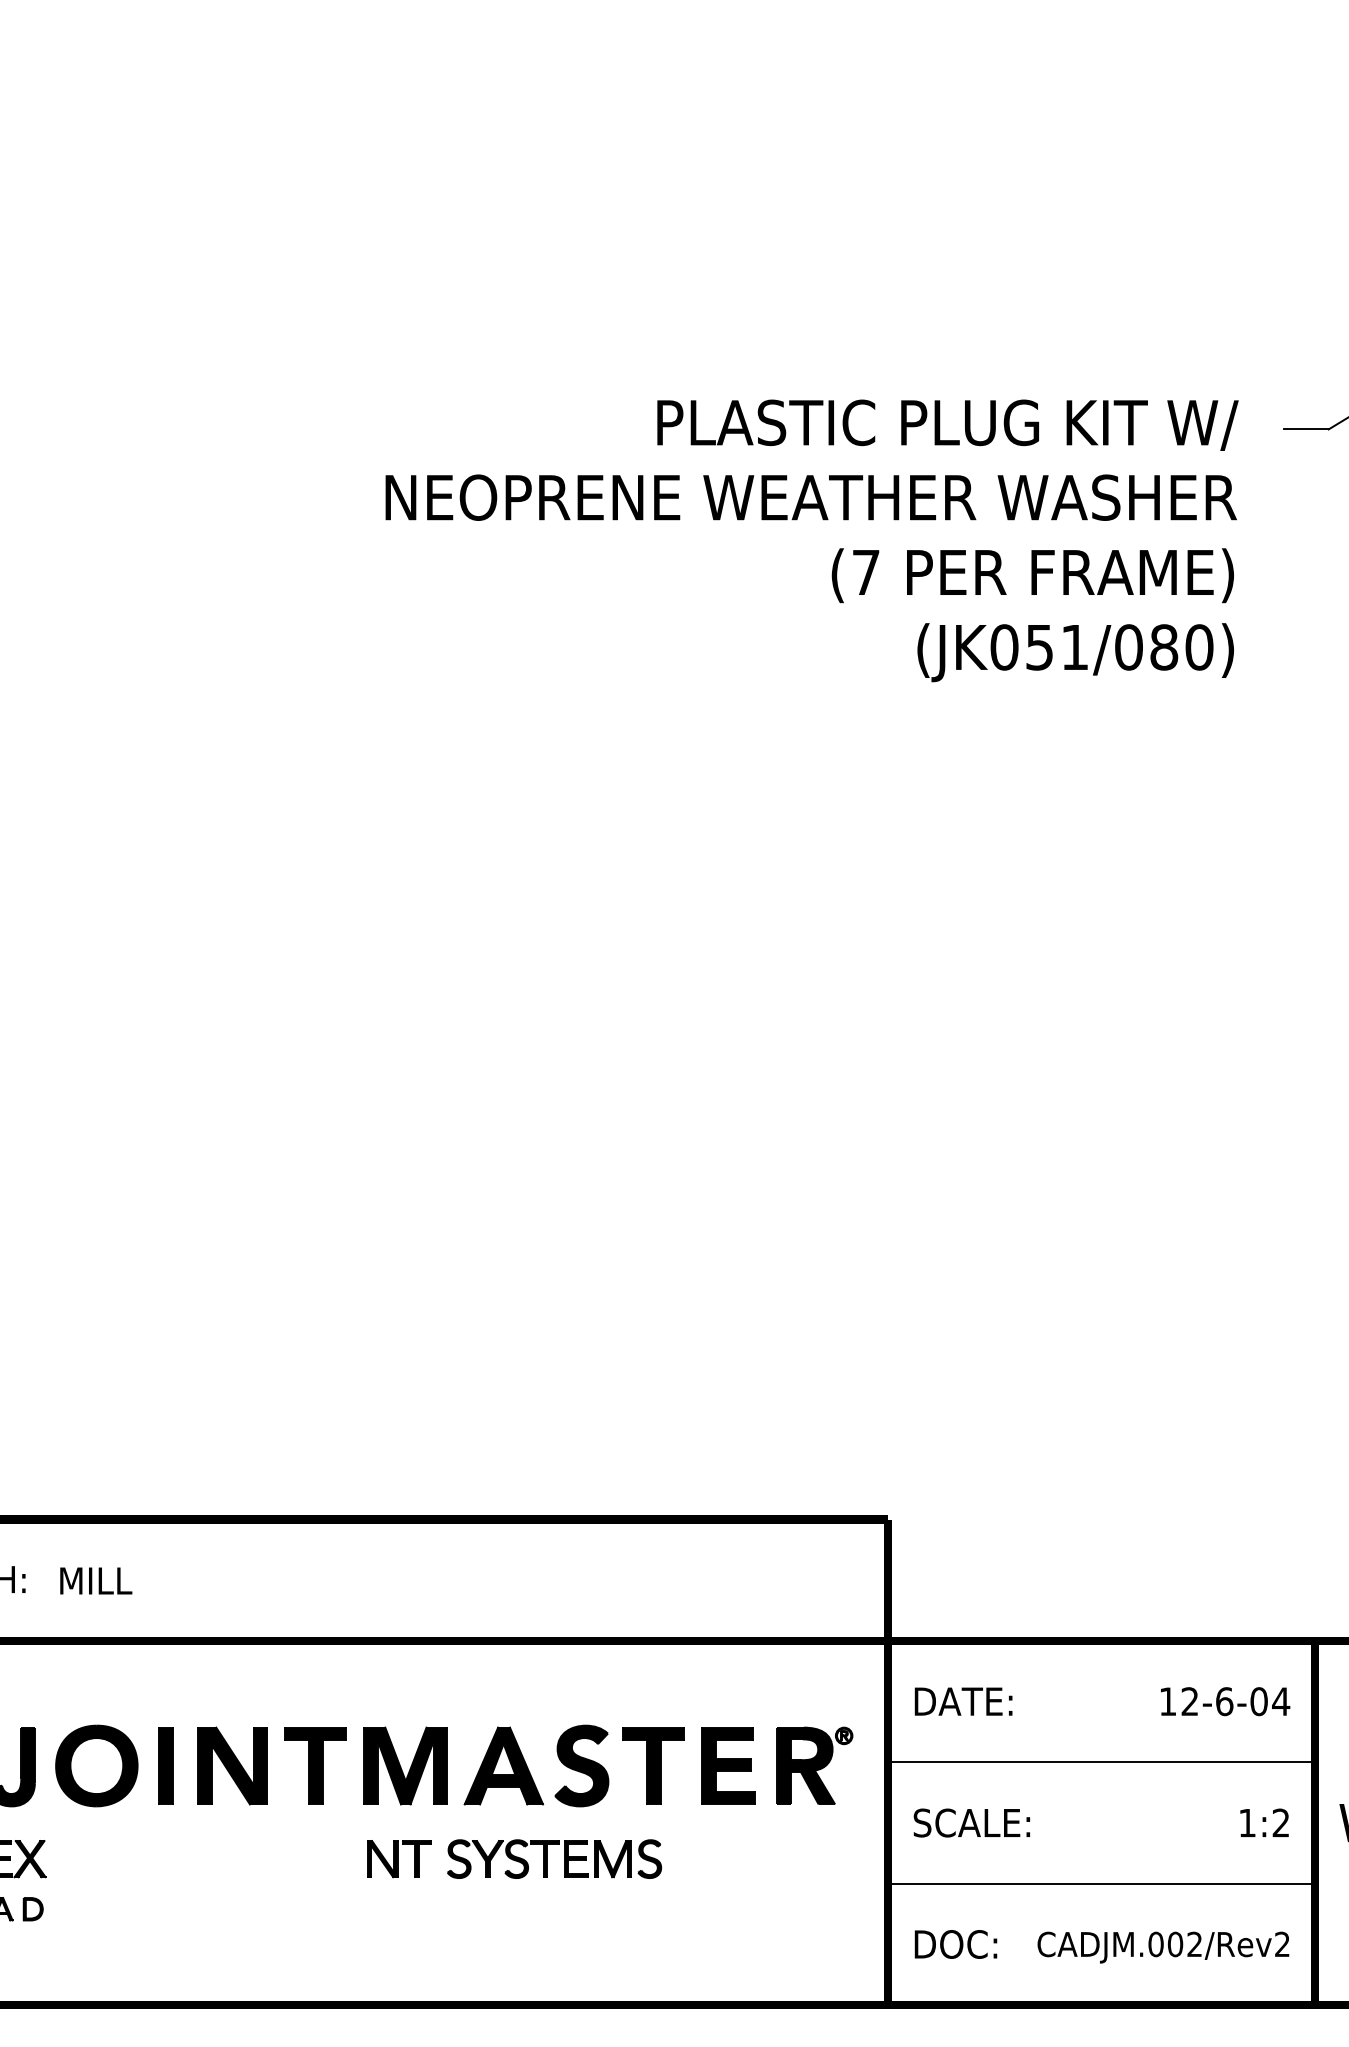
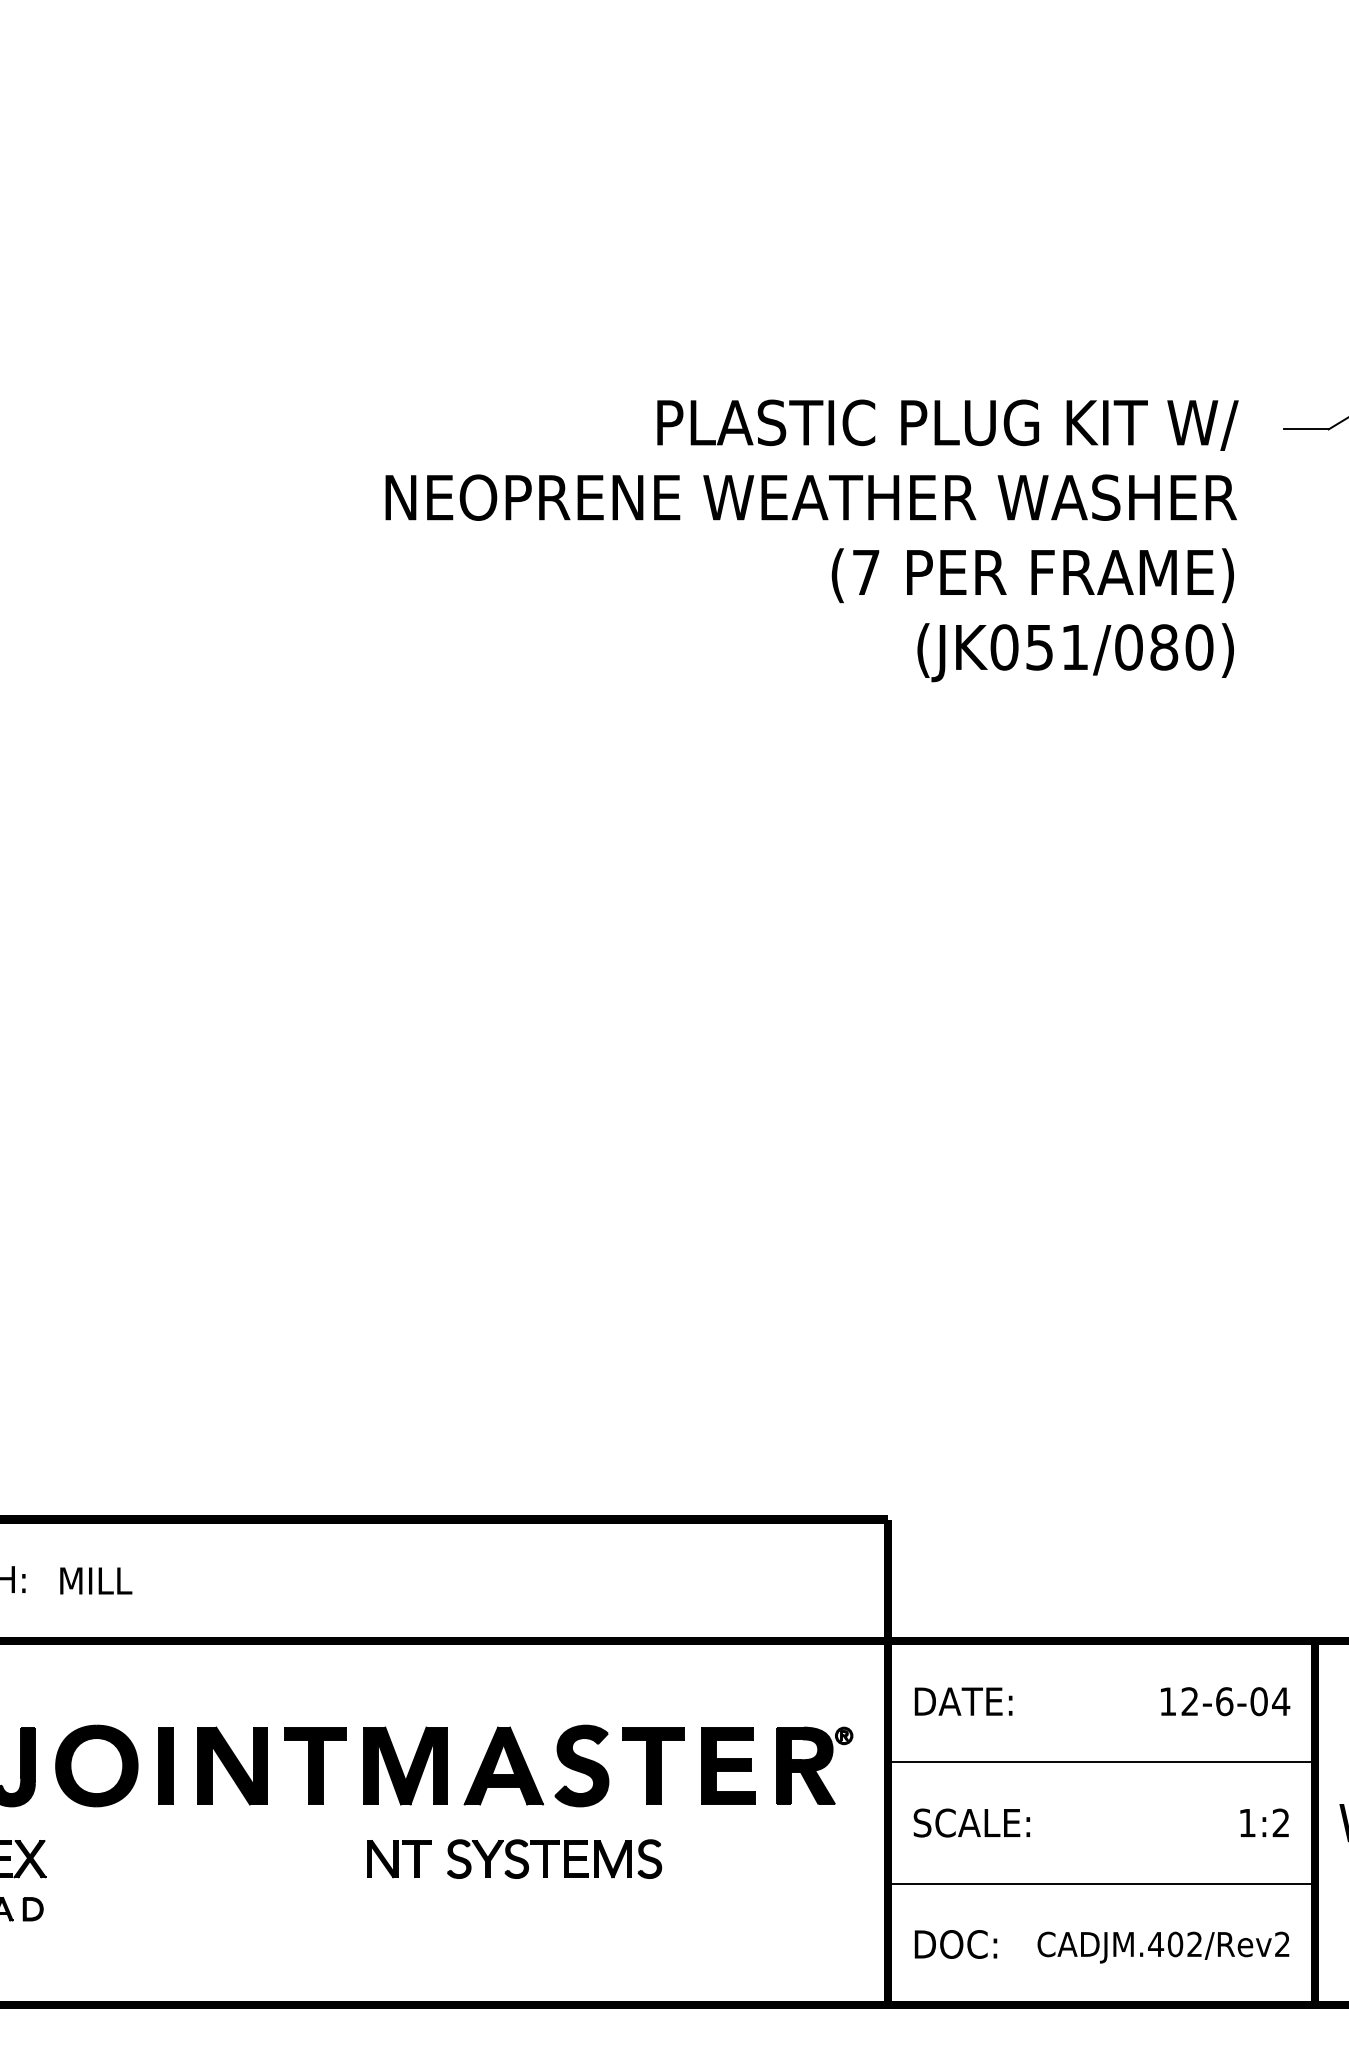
text at (1156, 1944): CADJM.002/Rev2 -> CADJM.402/Rev2
